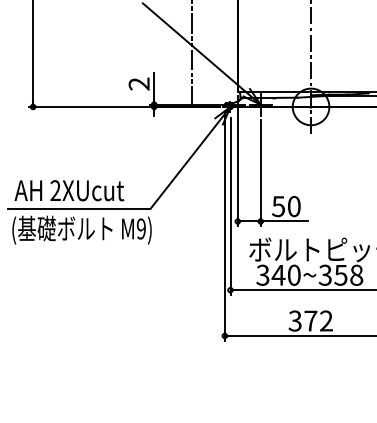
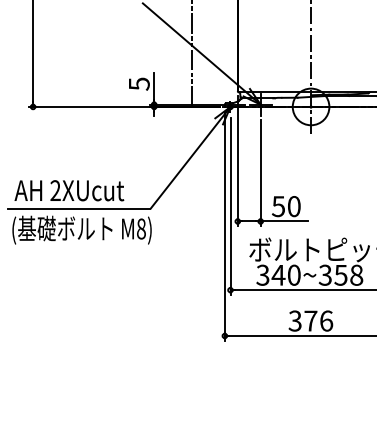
text at (138, 83): 2 -> 5
text at (141, 228): M9) -> M8)
text at (326, 320): 372 -> 376
